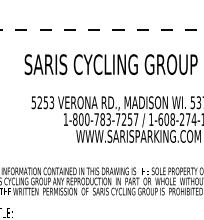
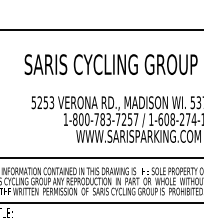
line at (102, 30): dashed -> solid
line at (101, 158): none -> present
line at (101, 203): none -> present
